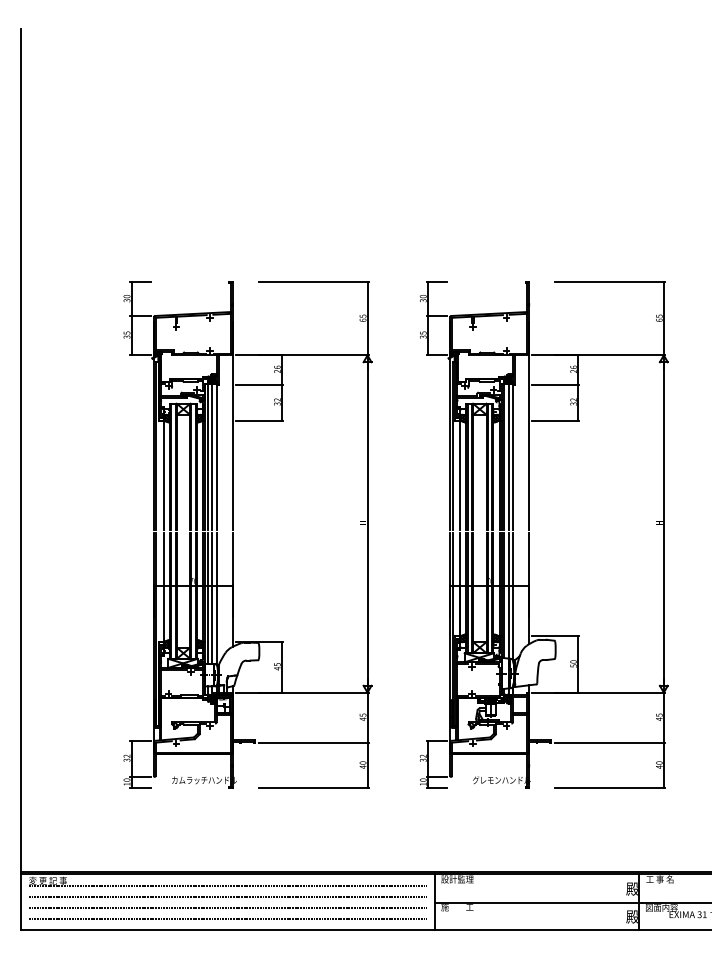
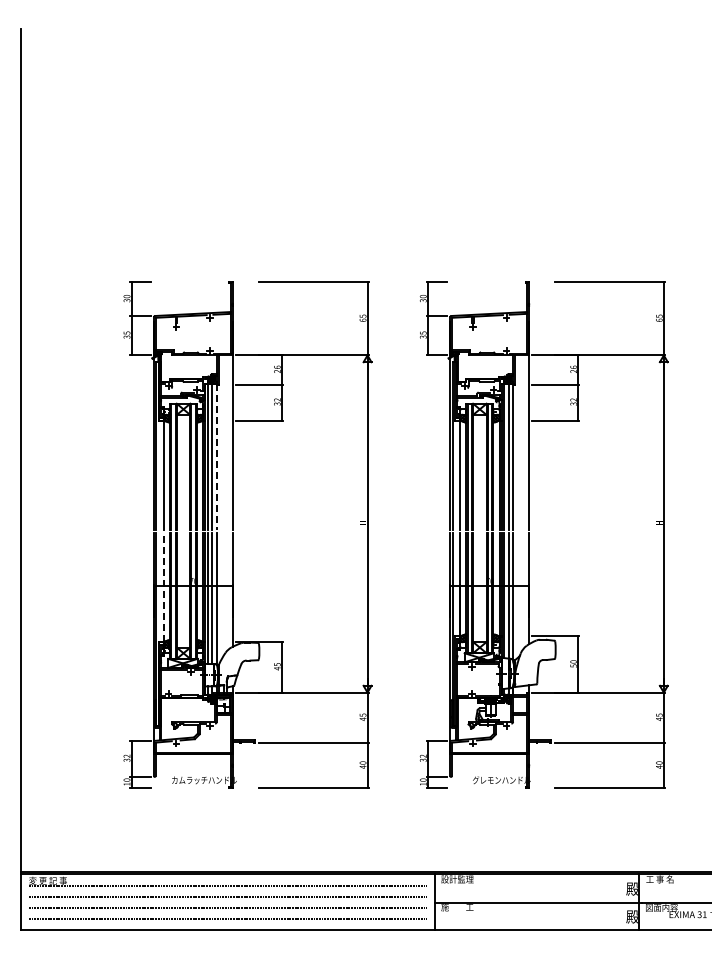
line at (216, 457): solid -> dashed
line at (163, 587): solid -> dashed
